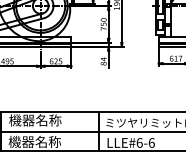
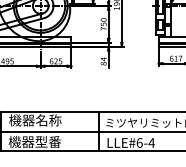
text at (47, 141): 機器名称 -> 機器型番
text at (151, 142): LLE#6-6 -> LLE#6-4
